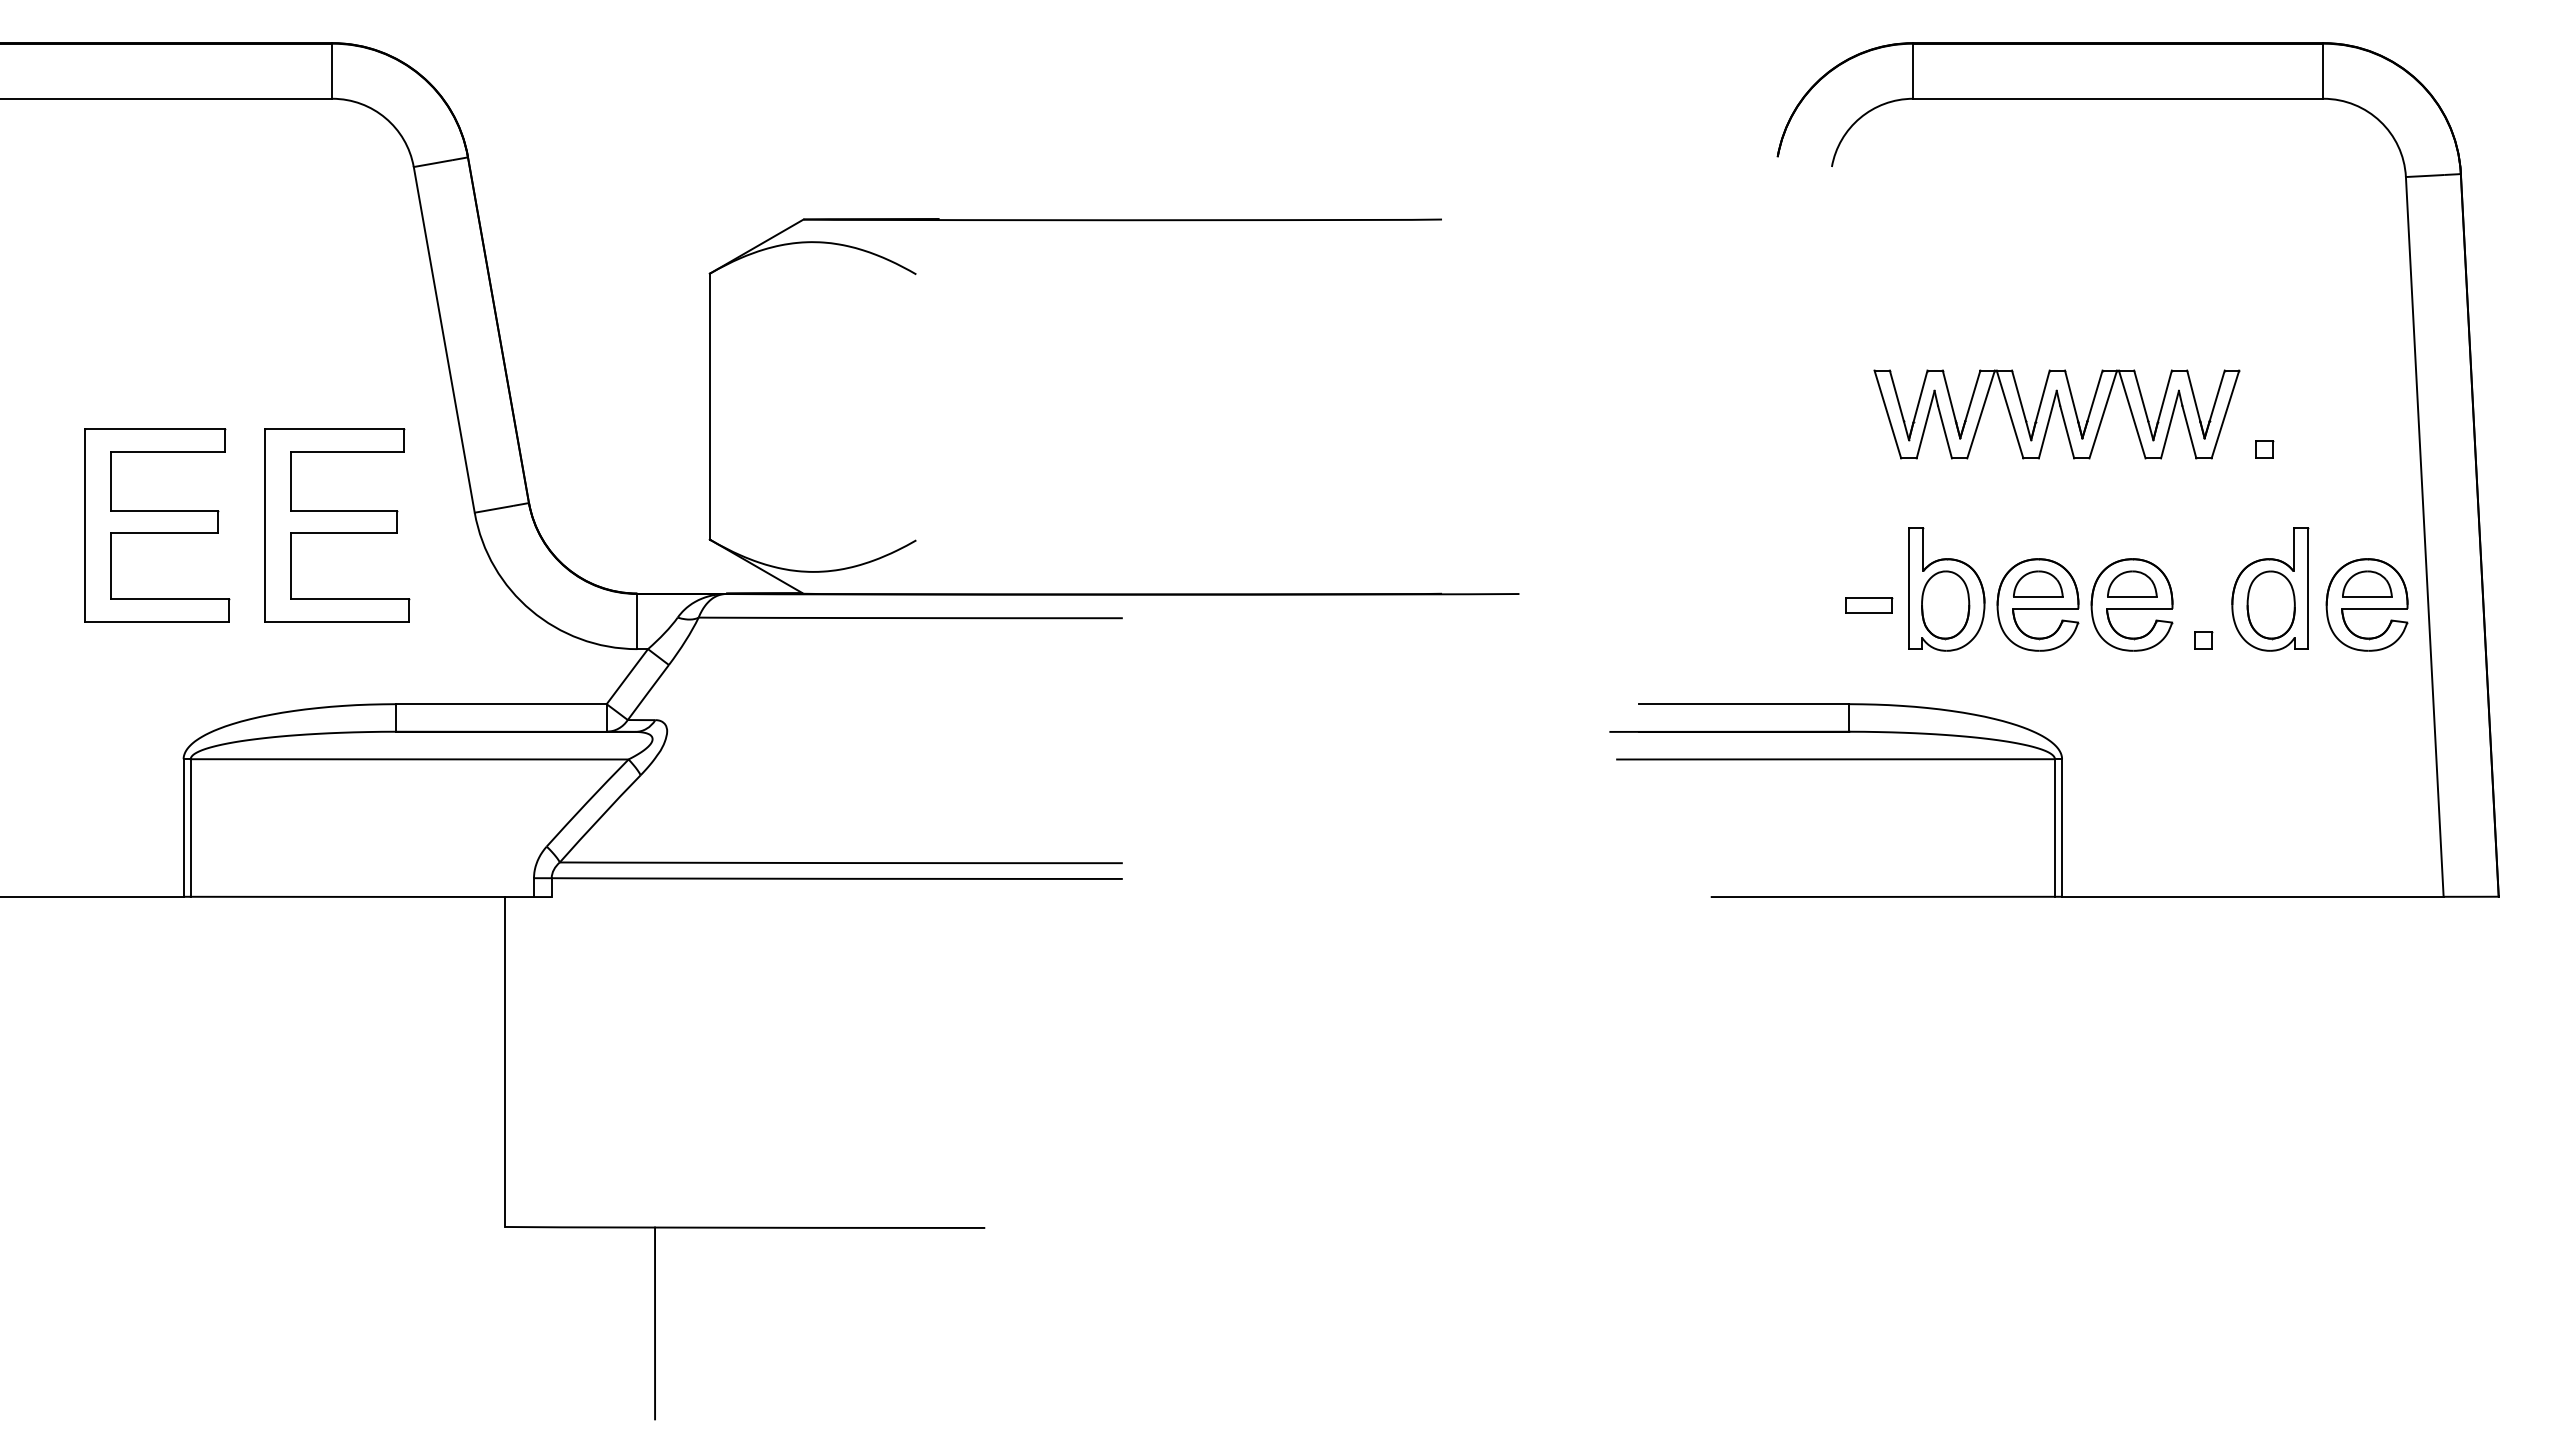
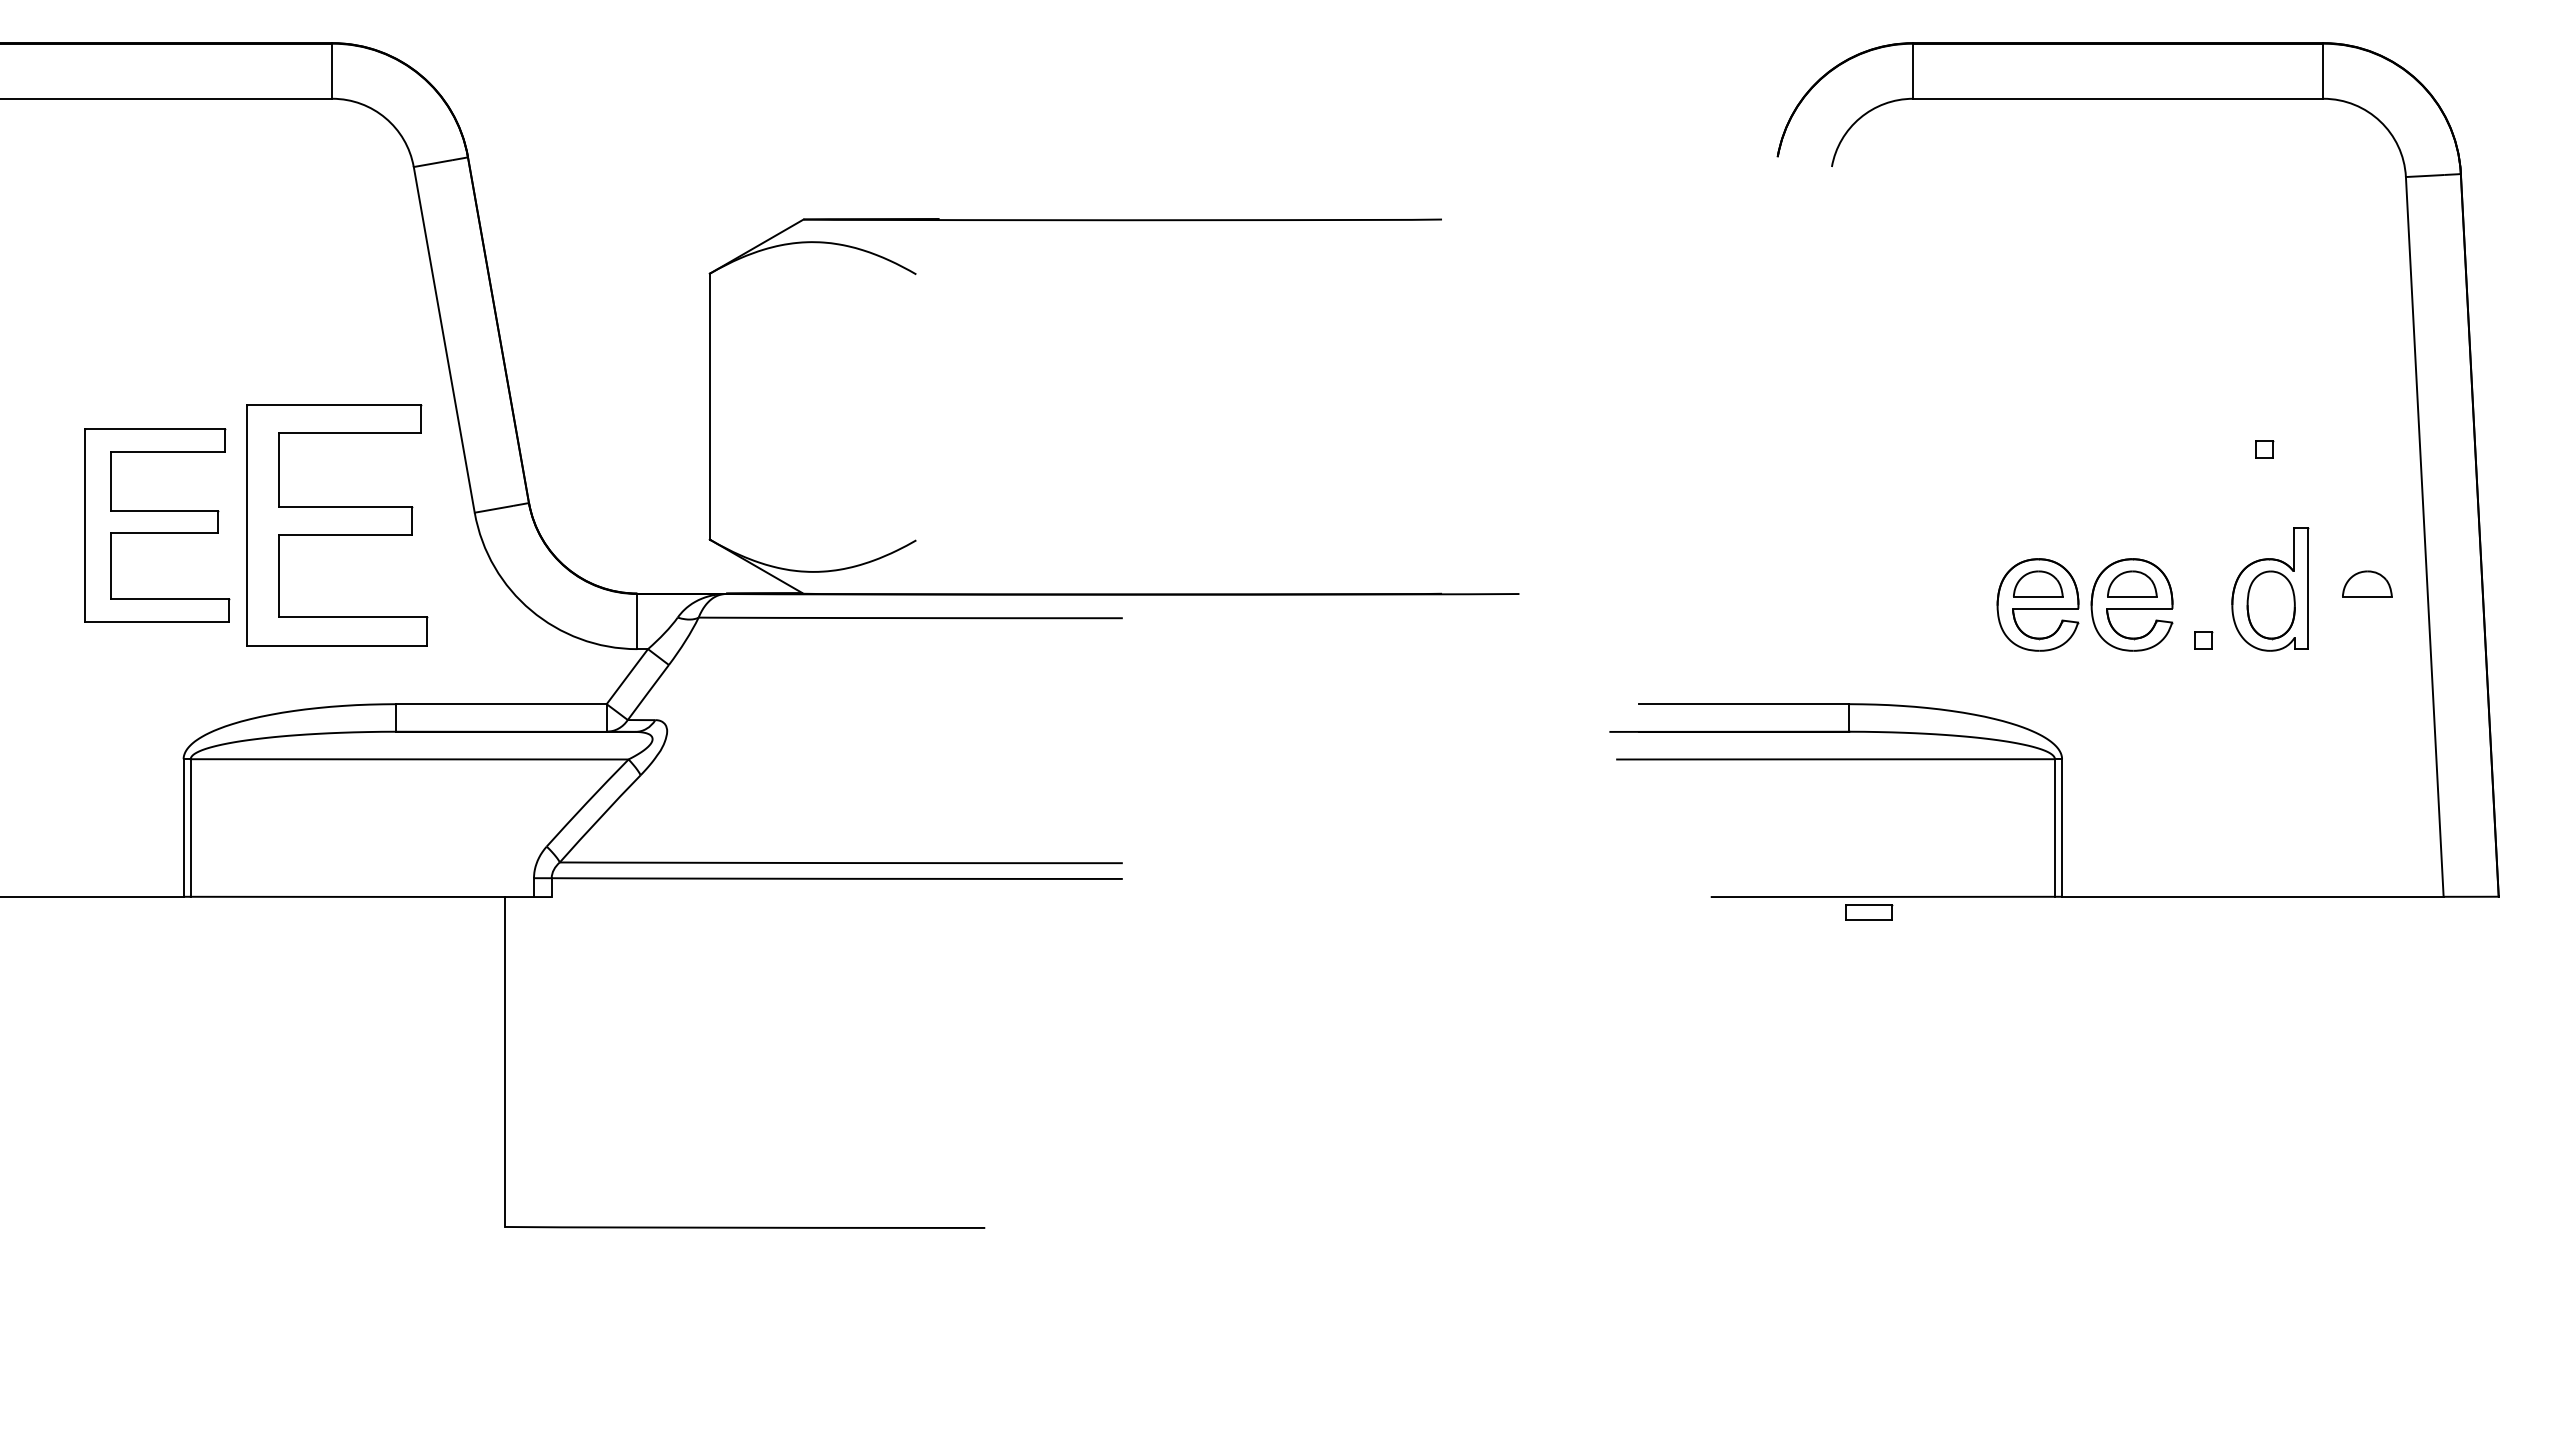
part at (2056, 414): present -> none
part at (337, 525) size: 147x195 px -> 183x243 px
part at (1946, 589): present -> none
part at (2366, 604): present -> none
part at (1869, 605) position: (1869, 605) -> (1869, 912)
line at (655, 1323): present -> none
